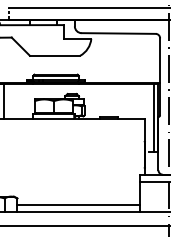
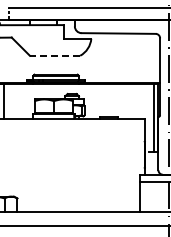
line at (54, 55): solid -> dashed
line at (78, 205): present -> none
